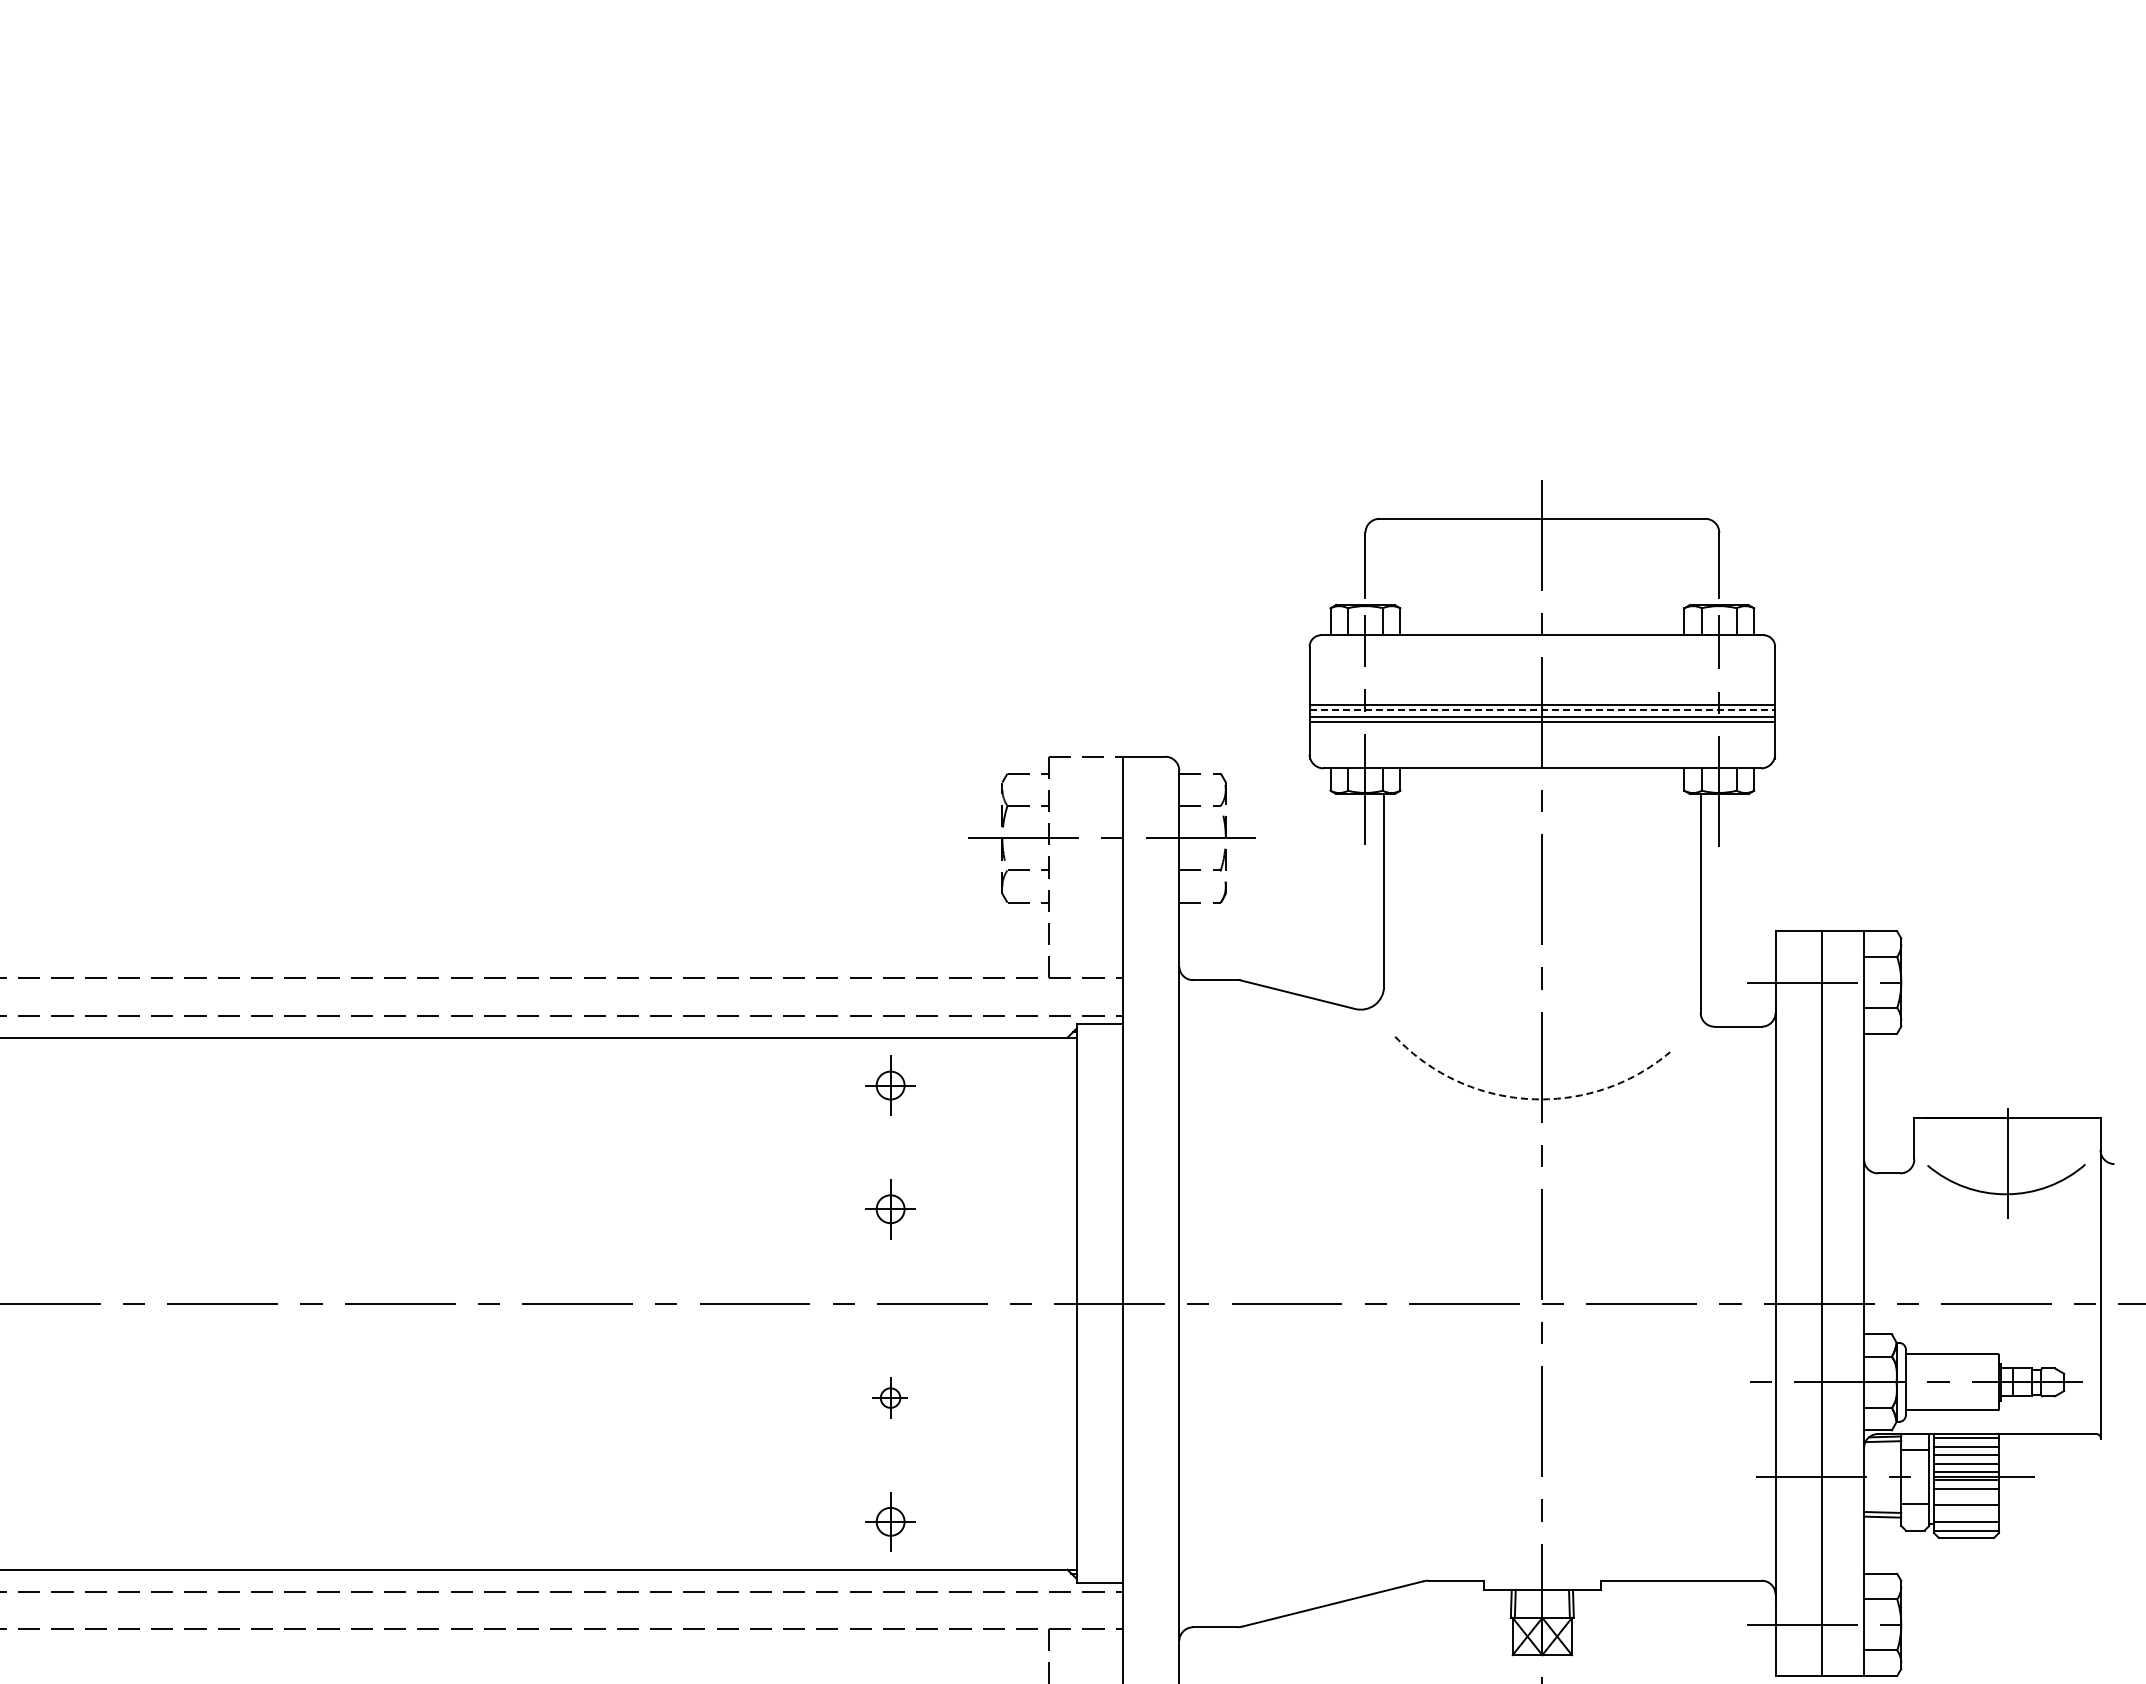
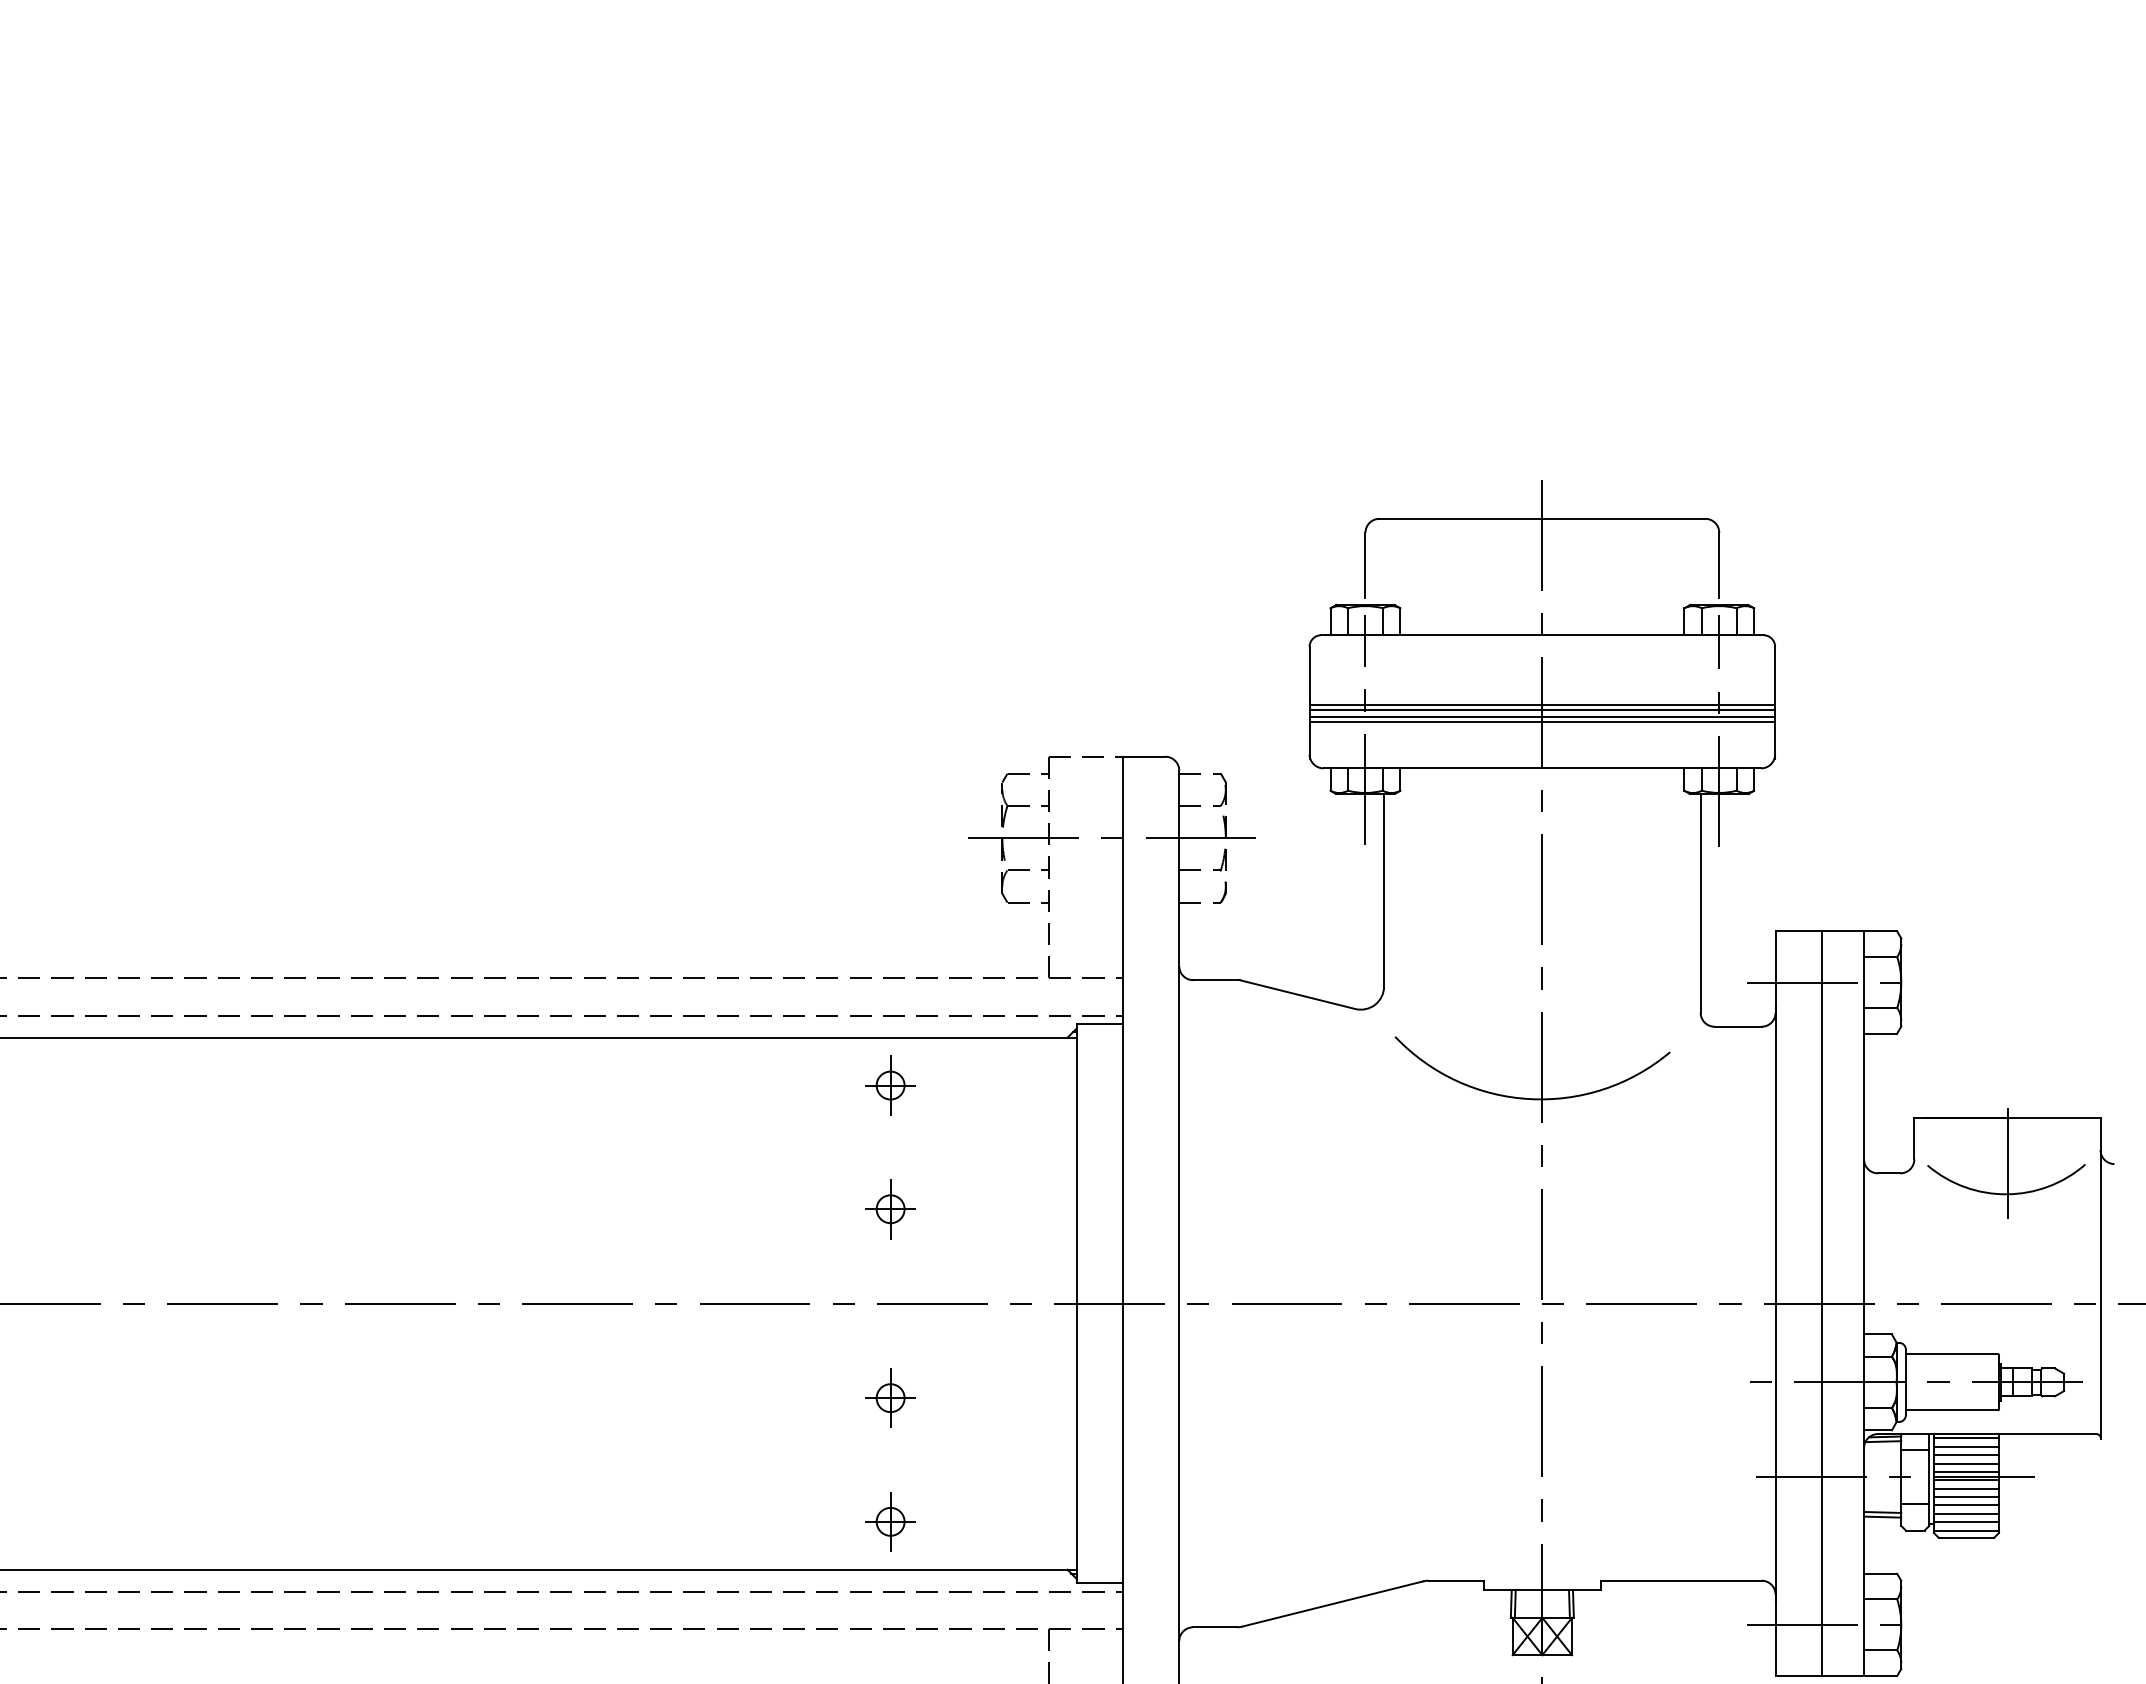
line at (1542, 709): dashed -> solid
arc at (1529, 1099): dashed -> solid
part at (889, 1397) size: 36x42 px -> 51x60 px
line at (1966, 1497): none -> present
line at (1966, 1513): none -> present
